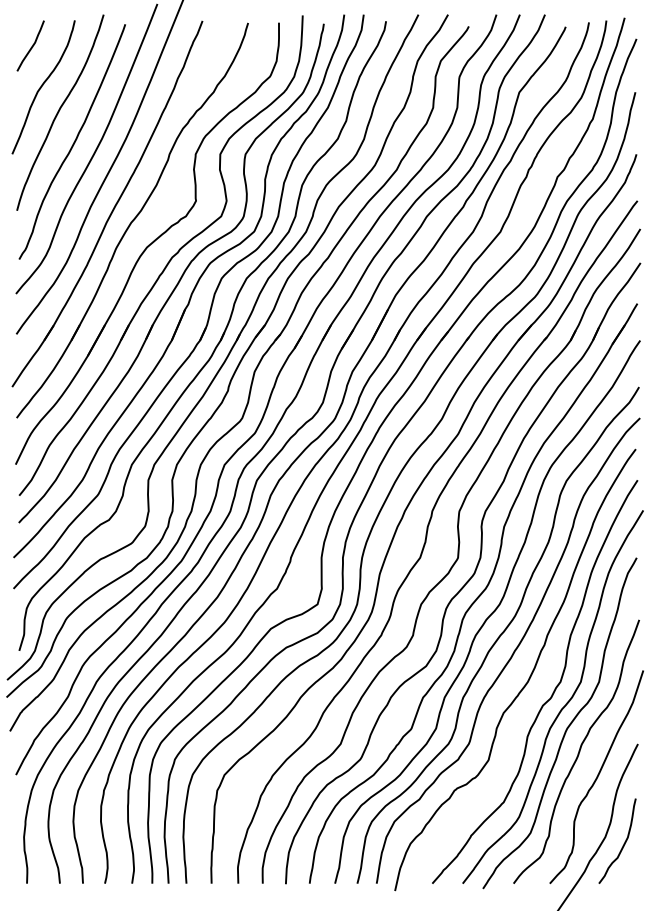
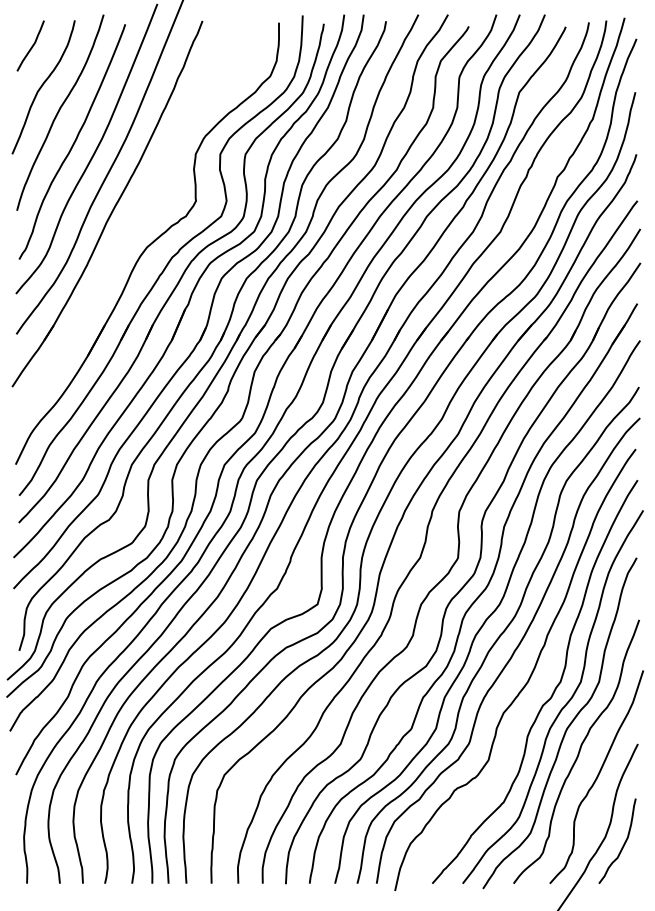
part at (132, 220): present -> none
